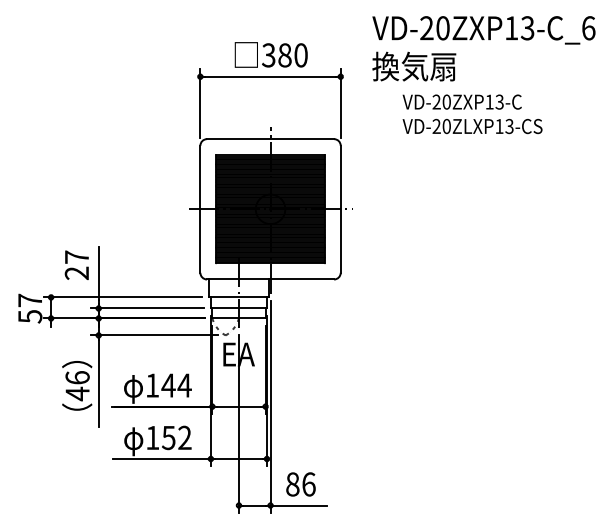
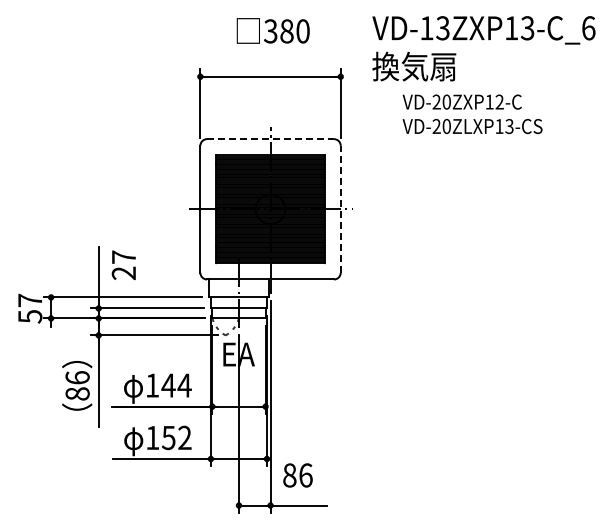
text at (434, 28): VD-20ZXP13-C_6 -> VD-13ZXP13-C_6
text at (270, 54) position: (270, 54) -> (272, 30)
text at (499, 102): VD-20ZXP13-C -> VD-20ZXP12-C
line at (270, 139): solid -> dashed
line at (340, 209): solid -> dashed
text at (76, 264) position: (76, 264) -> (123, 264)
text at (77, 393): 46 -> 86
text at (300, 484) position: (300, 484) -> (297, 475)
